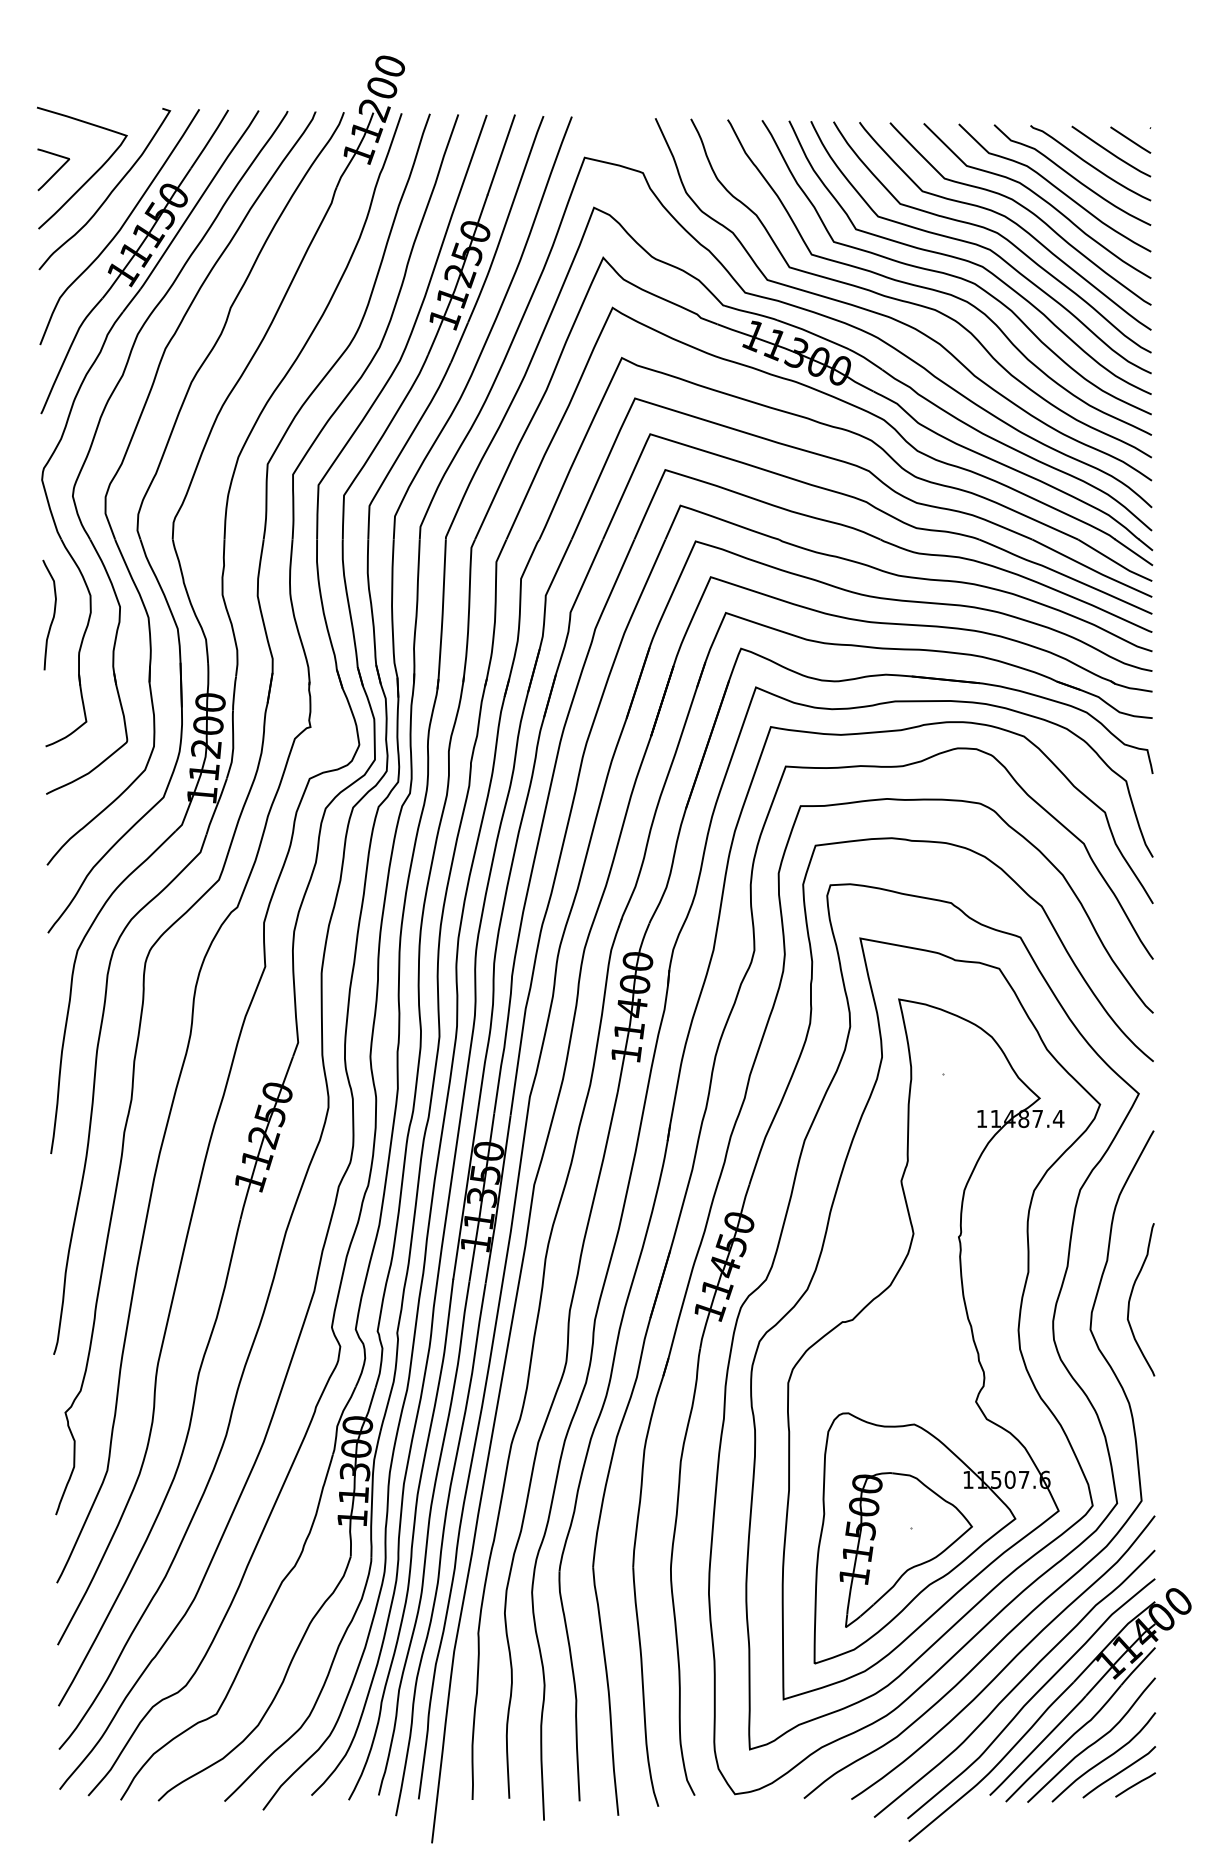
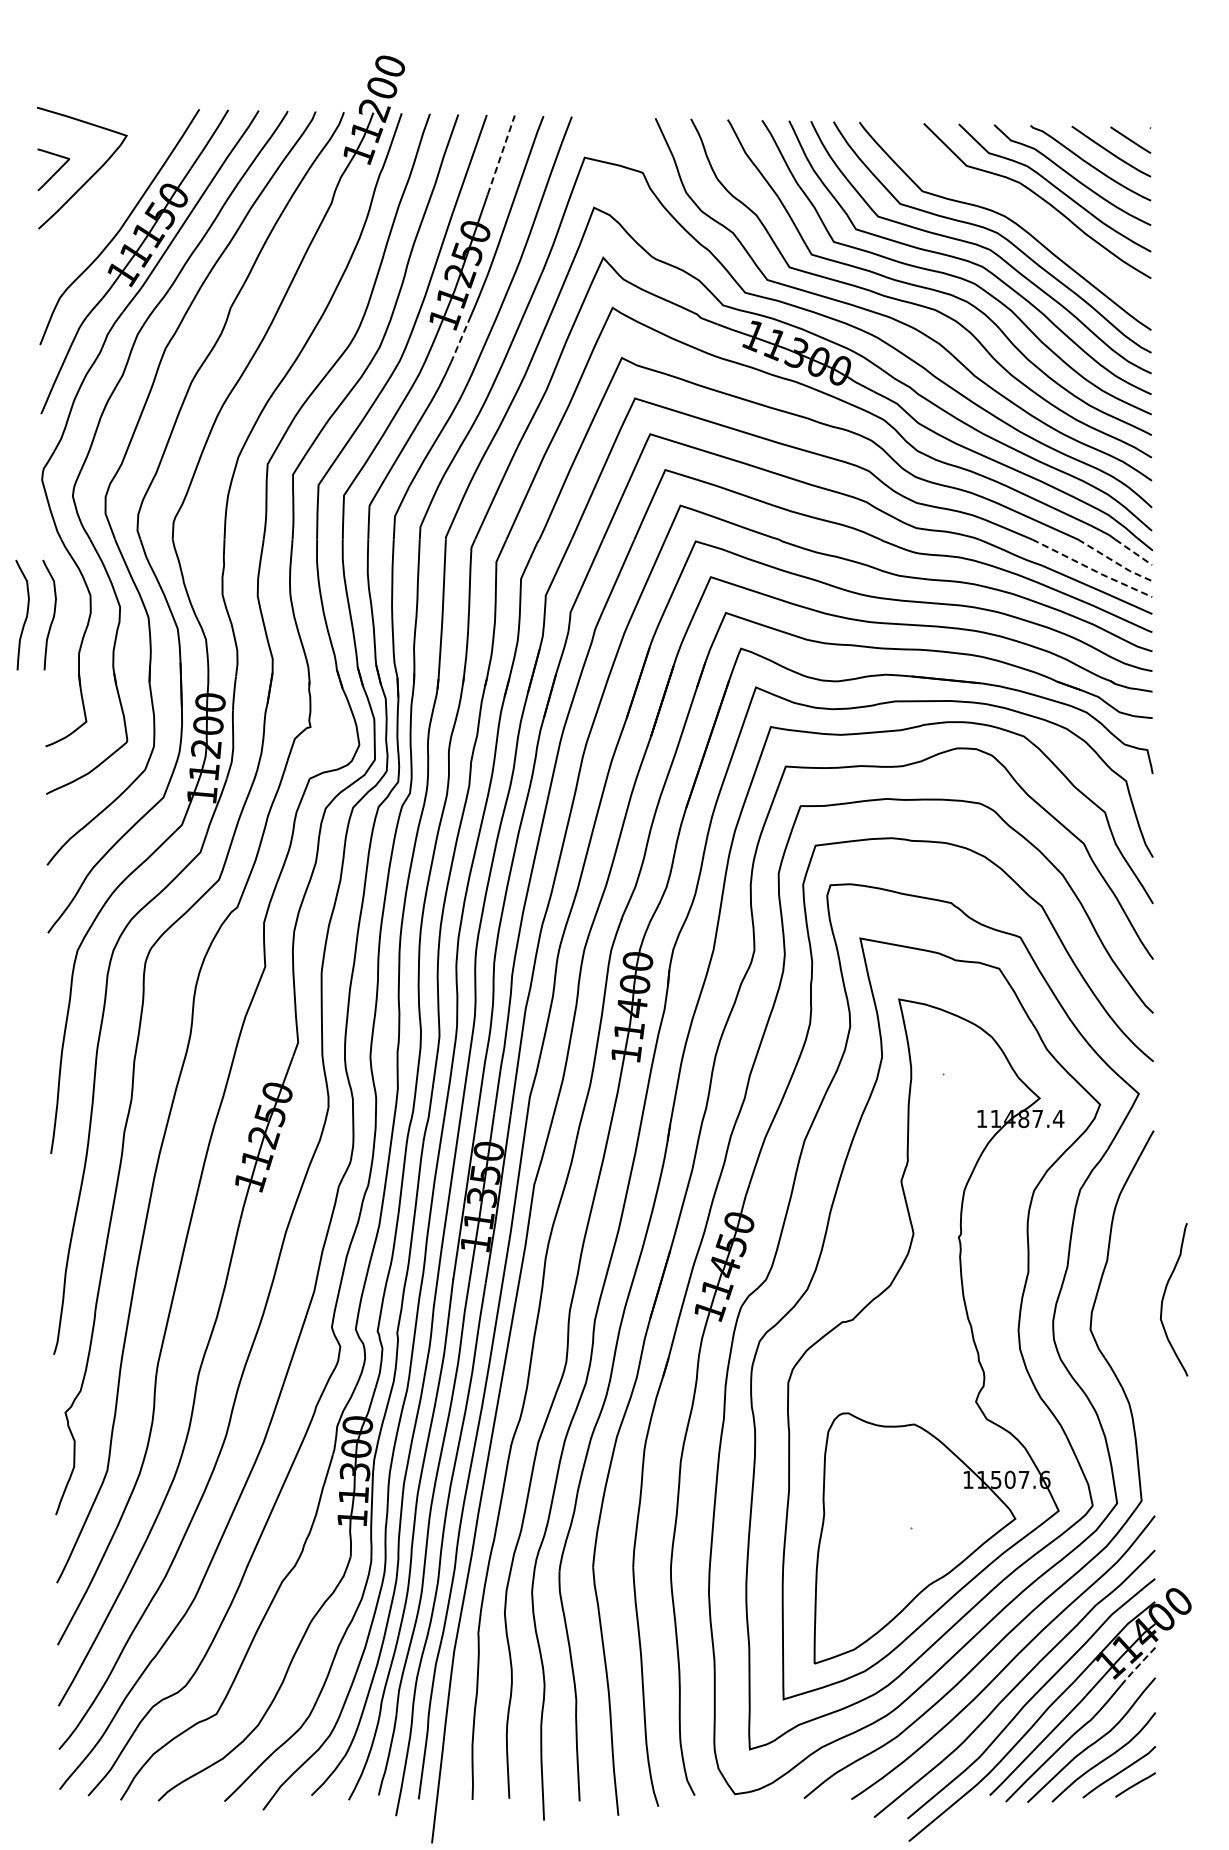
line at (501, 154): solid -> dashed
curve at (110, 191): present -> none
curve at (1022, 207): present -> none
line at (459, 342): solid -> dashed
line at (1134, 552): solid -> dashed
line at (1115, 562): solid -> dashed
line at (1092, 569): solid -> dashed
curve at (26, 614): none -> present
curve at (1131, 1297) position: (1131, 1297) -> (1164, 1297)
part at (905, 1549): present -> none
line at (1136, 1668): solid -> dashed
